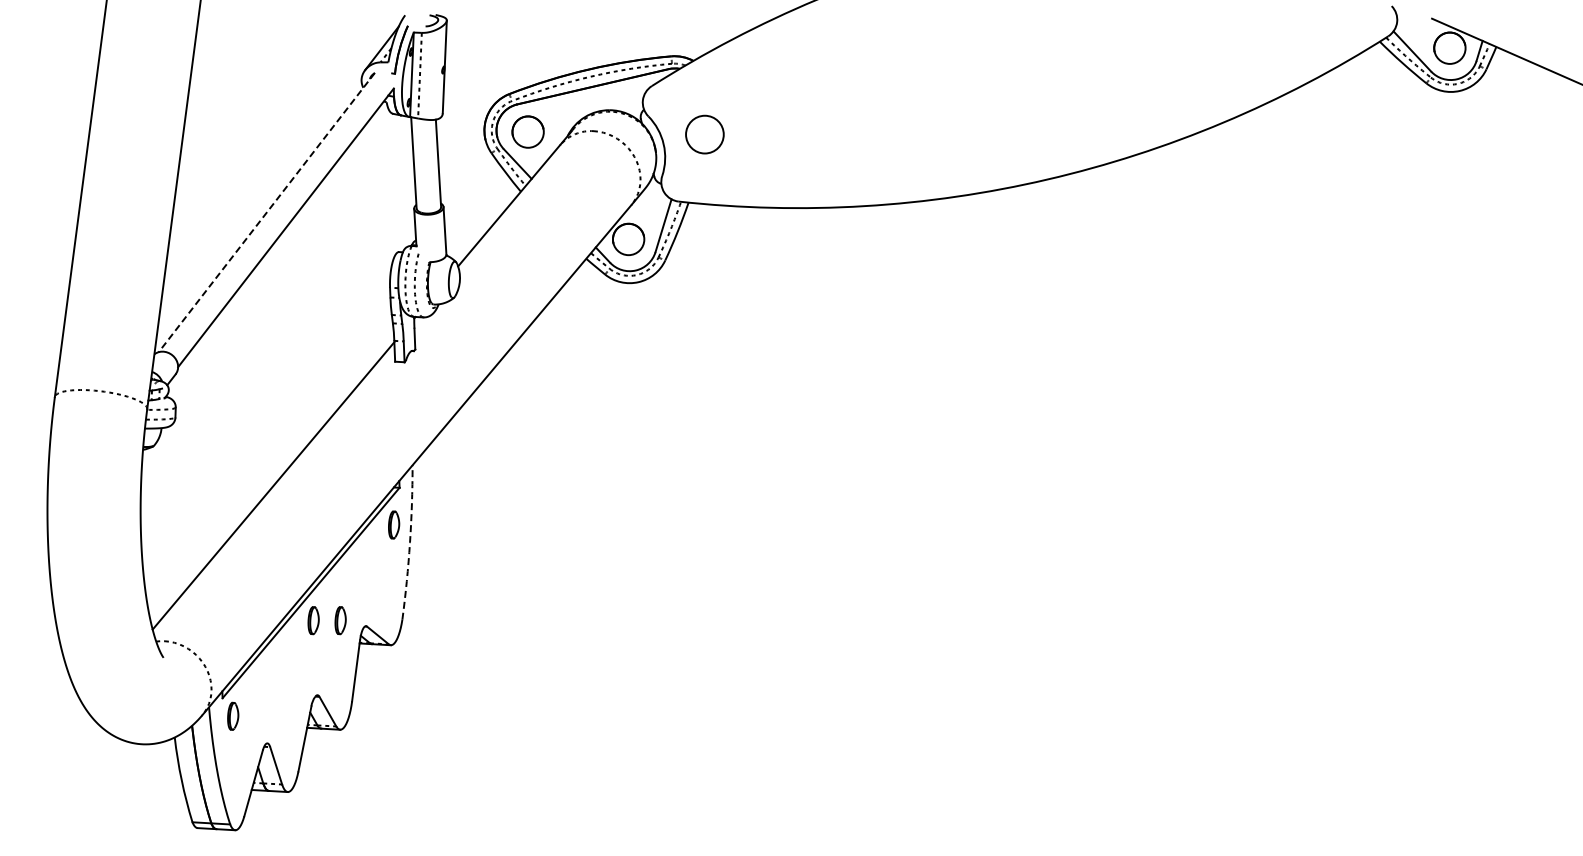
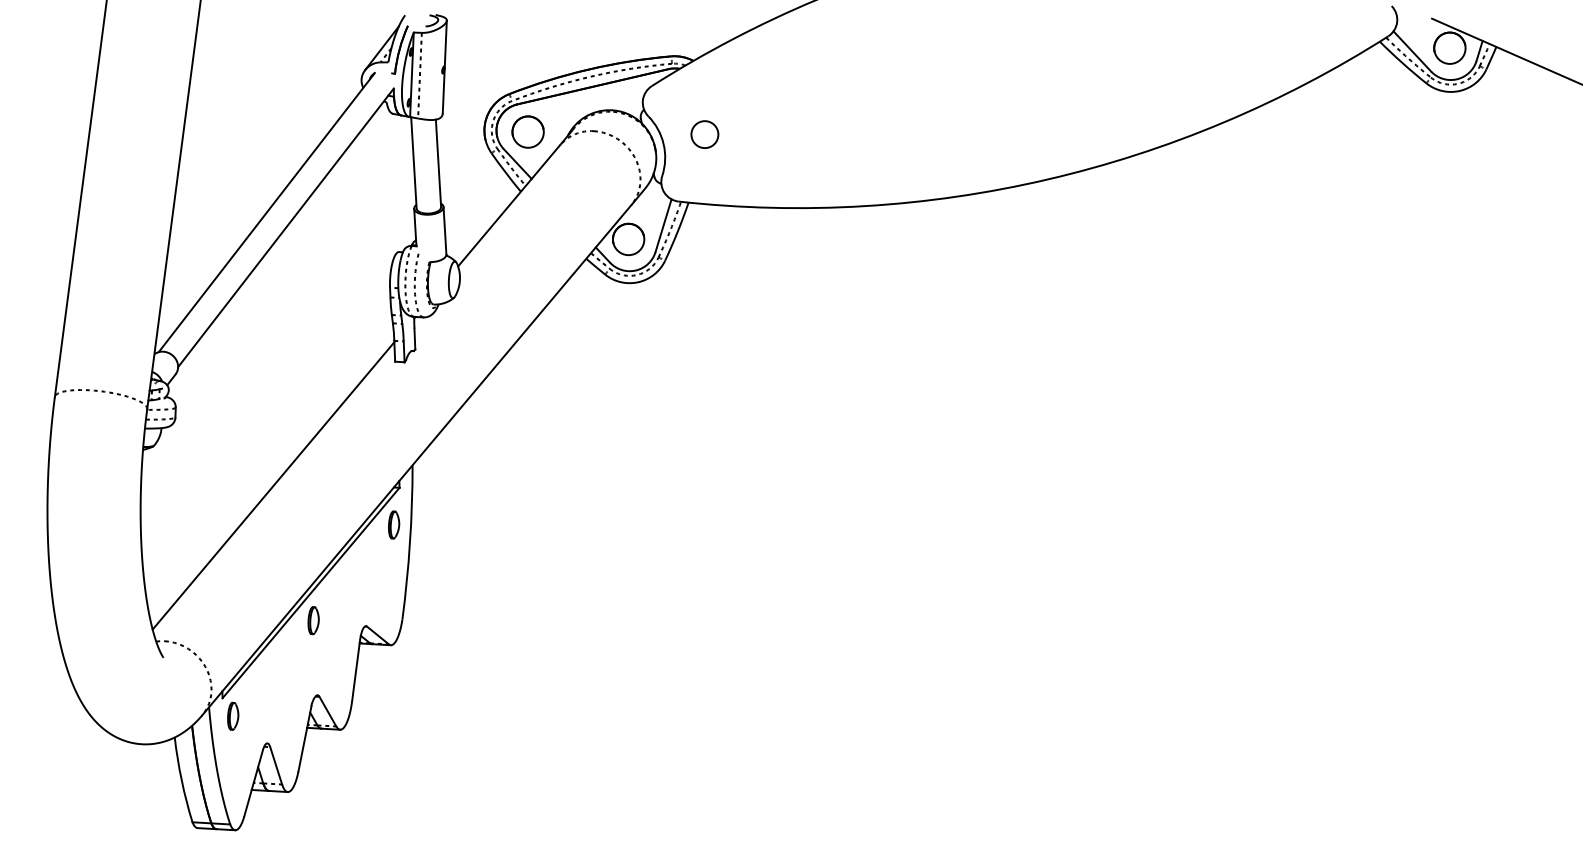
circle at (704, 134) diameter: 38 px -> 27 px
line at (266, 212): dashed -> solid
arc at (410, 542): dashed -> solid
part at (340, 620): present -> none
